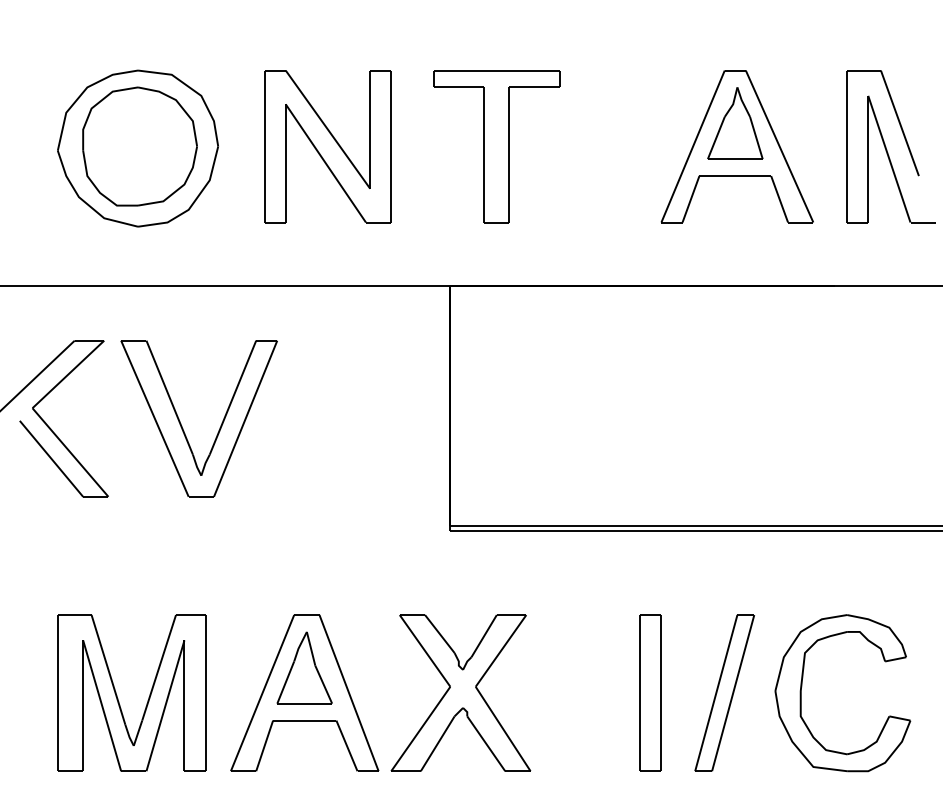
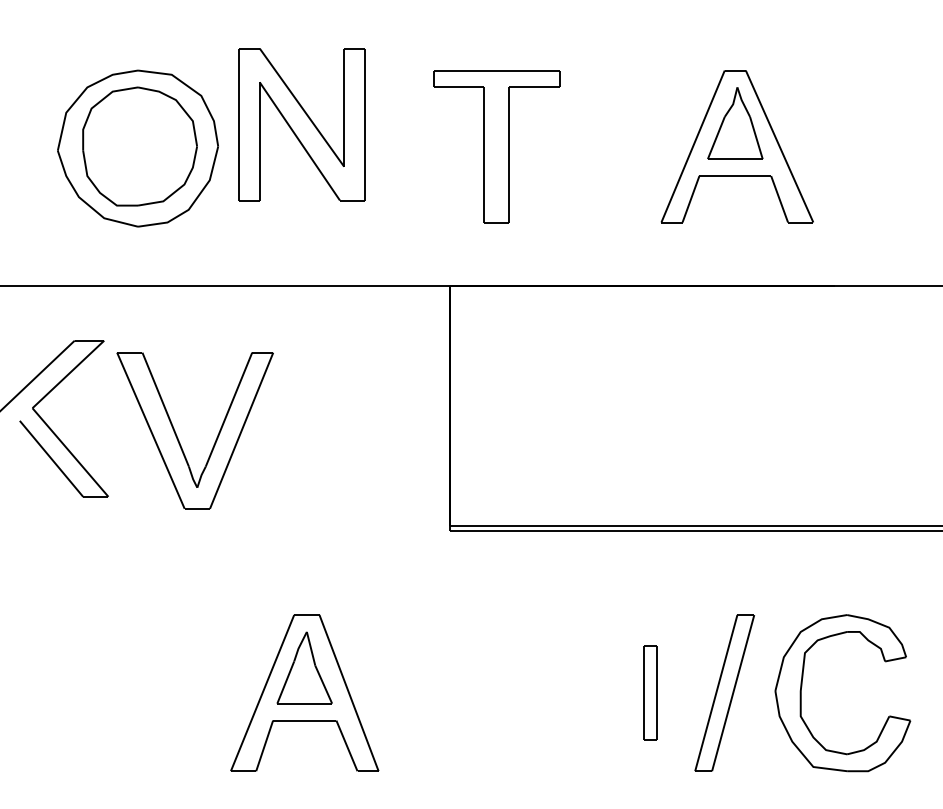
part at (327, 146) position: (327, 146) -> (301, 124)
part at (890, 146): present -> none
part at (181, 423) position: (181, 423) -> (177, 435)
part at (460, 692): present -> none
part at (650, 692) size: 23x158 px -> 15x96 px
part at (117, 695): present -> none
